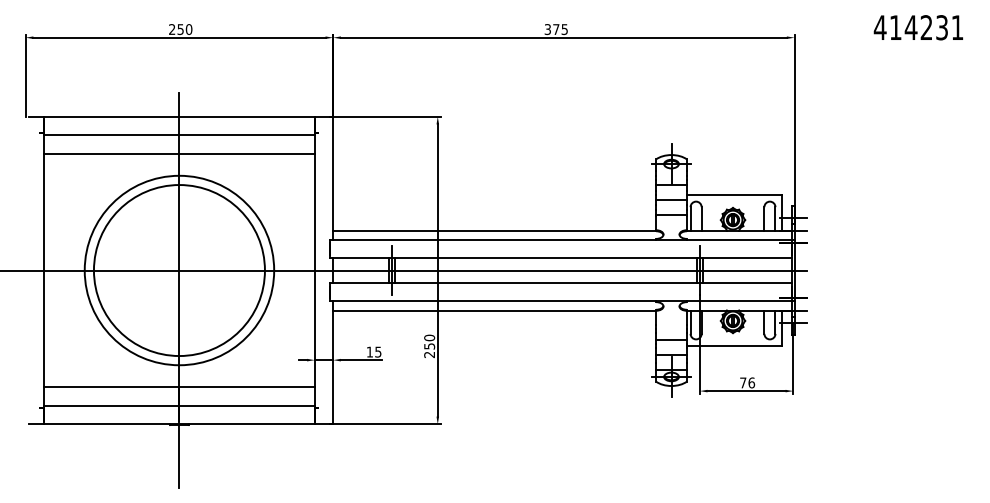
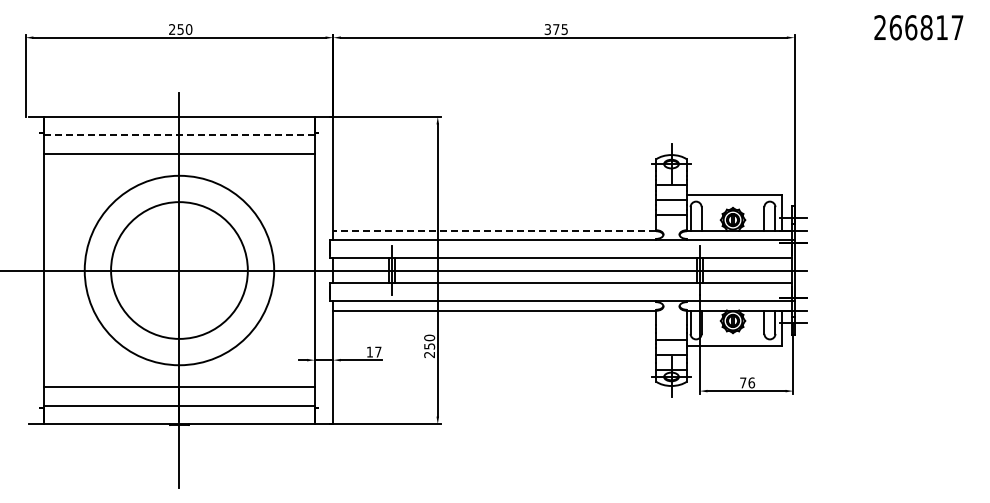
text at (918, 27): 414231 -> 266817
line at (179, 135): solid -> dashed
line at (494, 230): solid -> dashed
circle at (178, 270) diameter: 171 px -> 137 px
text at (378, 351): 15 -> 17
